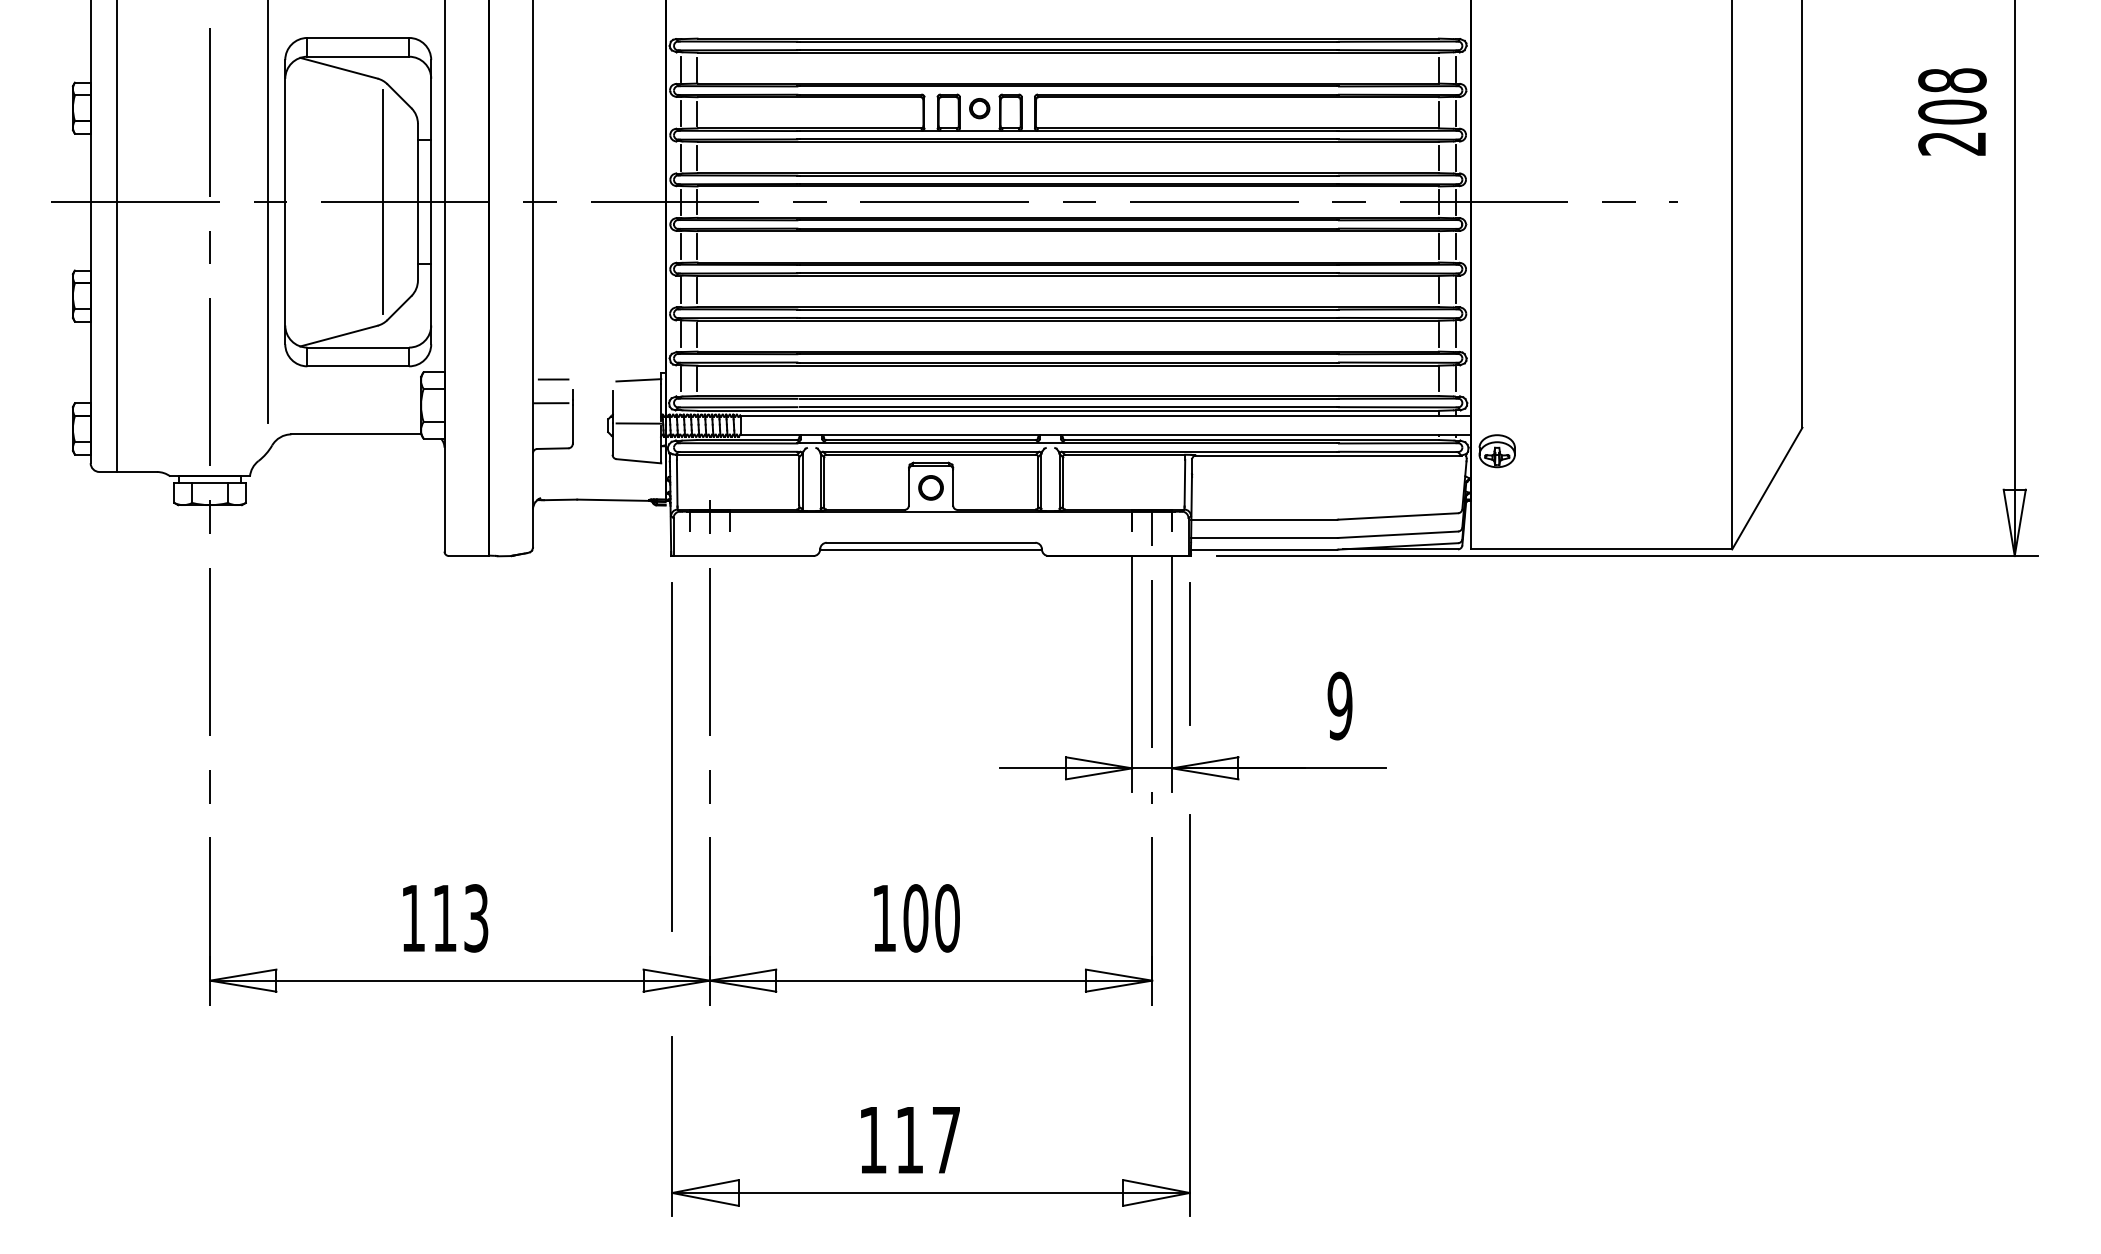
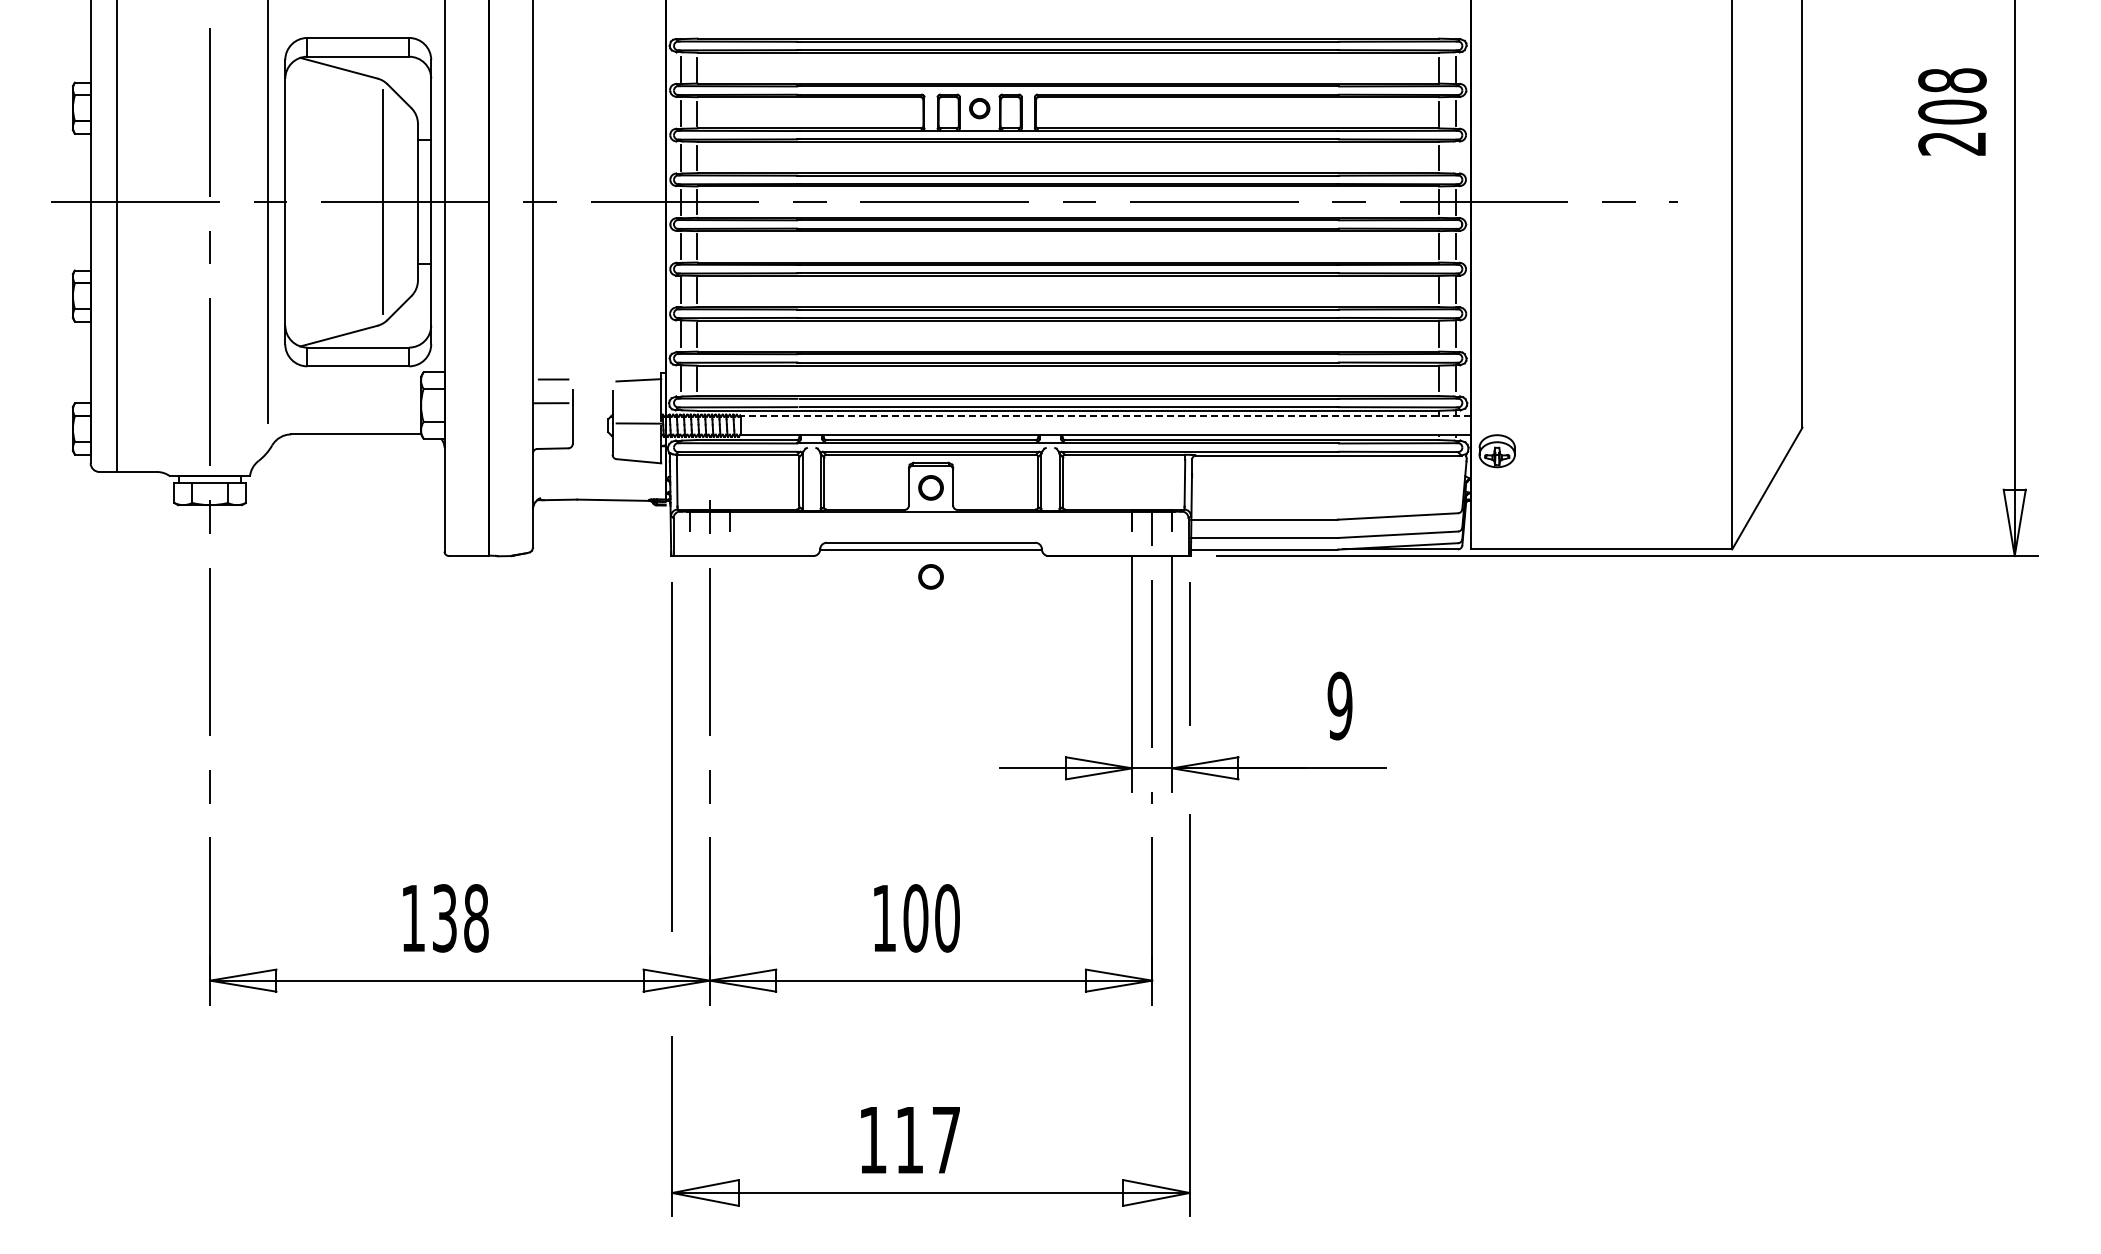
line at (1455, 157): present -> none
line at (1105, 416): solid -> dashed
part at (930, 576): none -> present
text at (460, 918): 113 -> 138
